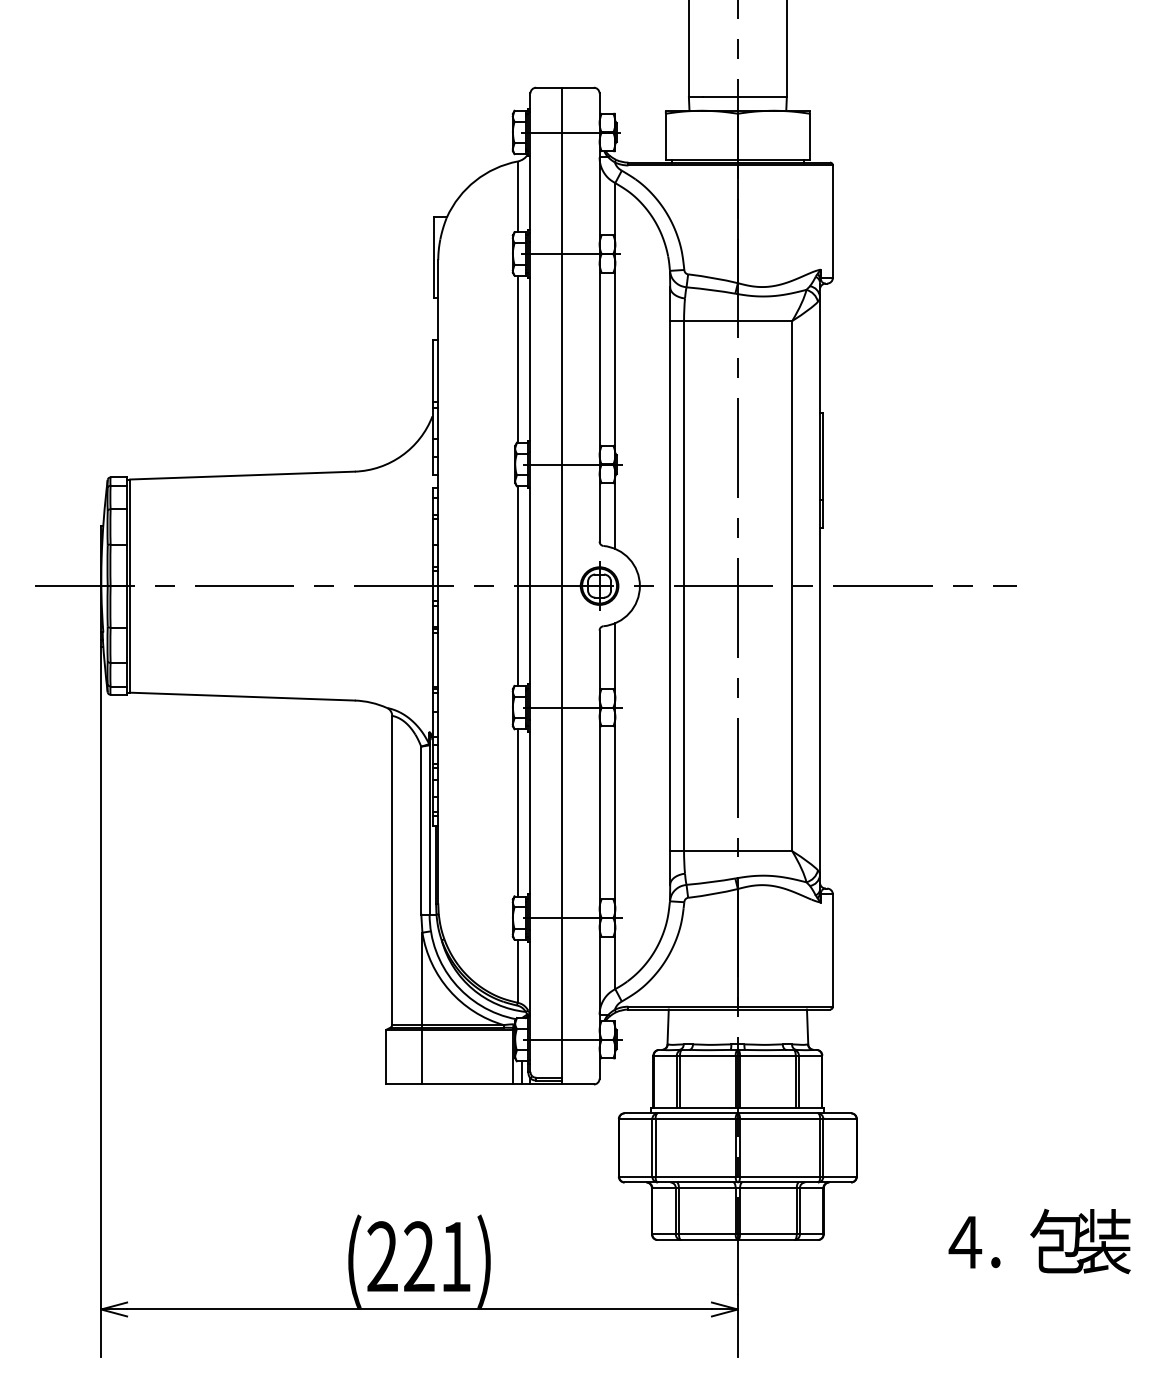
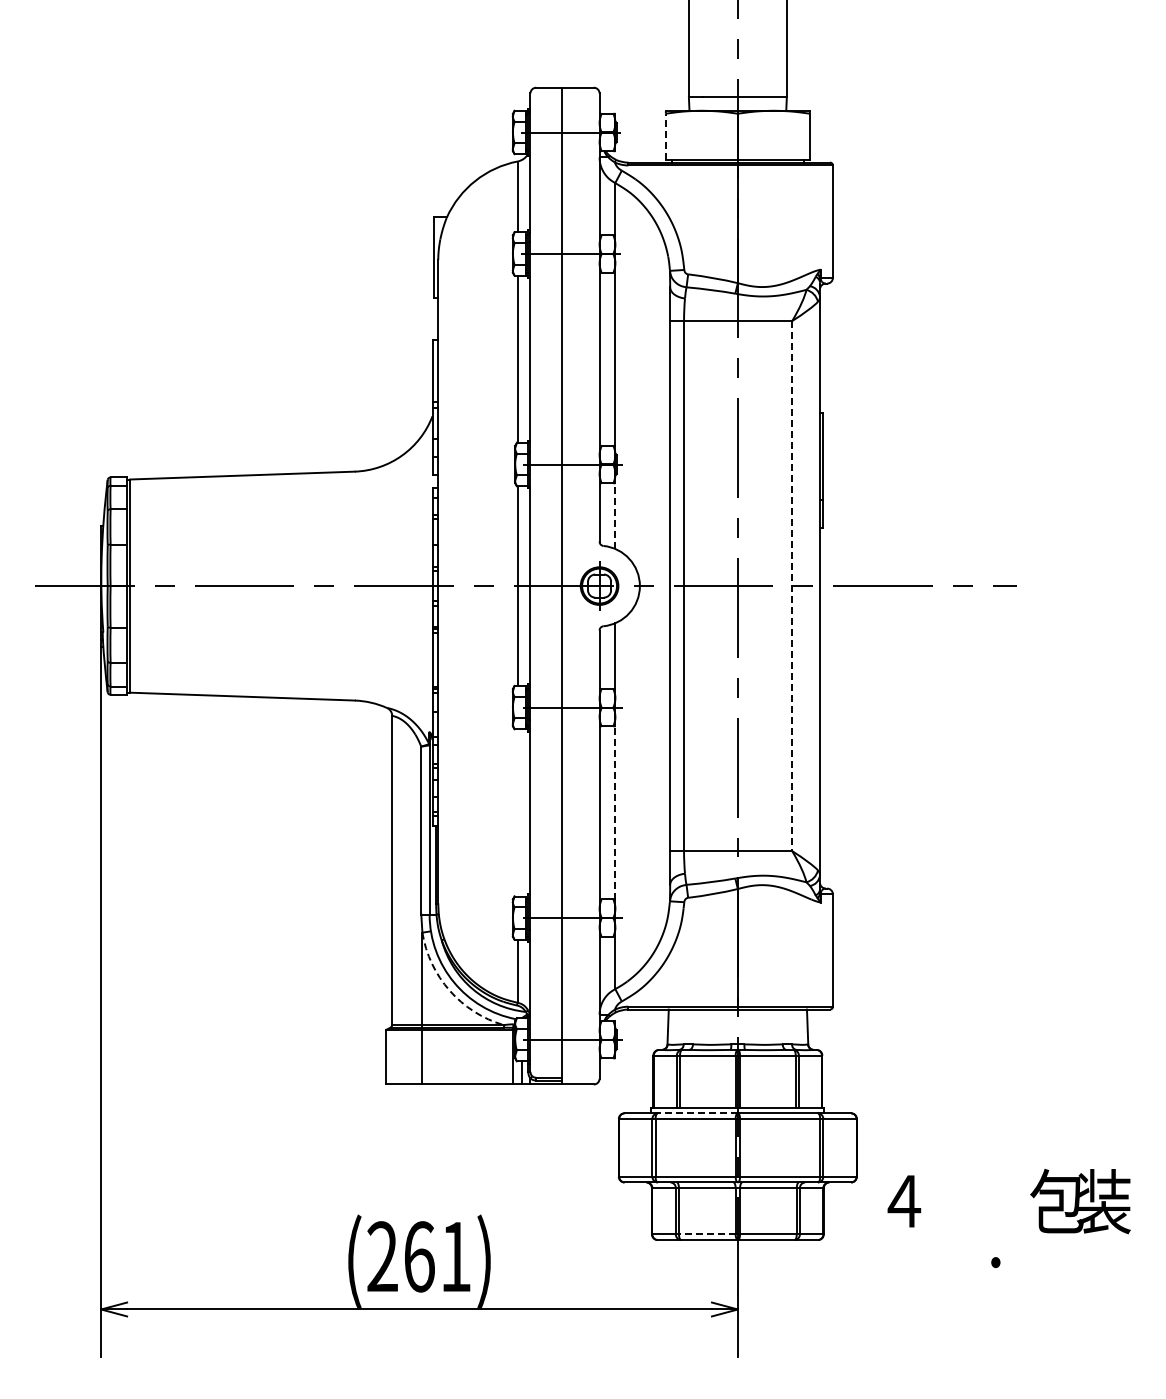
line at (665, 136): solid -> dashed
line at (615, 516): solid -> dashed
line at (792, 586): solid -> dashed
line at (517, 812): present -> none
line at (615, 813): solid -> dashed
arc at (449, 990): solid -> dashed
line at (697, 1113): solid -> dashed
line at (706, 1234): solid -> dashed
text at (1080, 1241) position: (1080, 1241) -> (1080, 1201)
text at (965, 1242) position: (965, 1242) -> (904, 1201)
text at (419, 1256): (221) -> (261)
